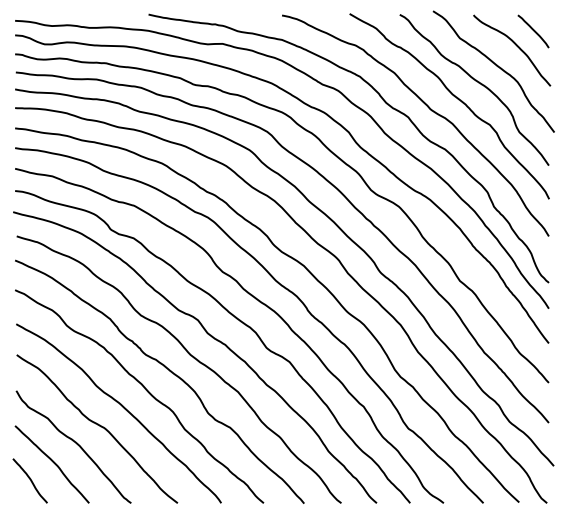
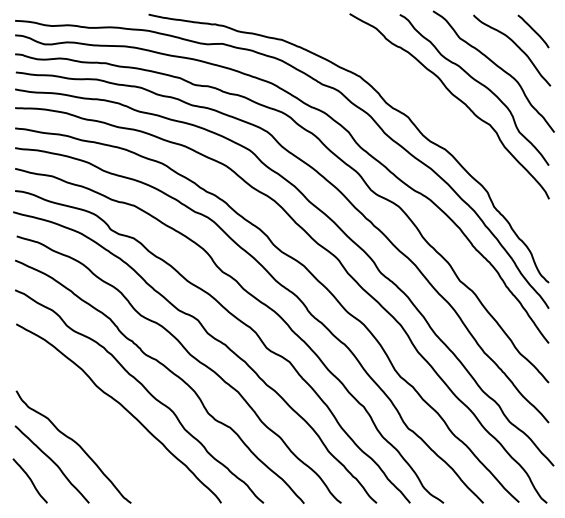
curve at (430, 110): present -> none
curve at (99, 426): present -> none
